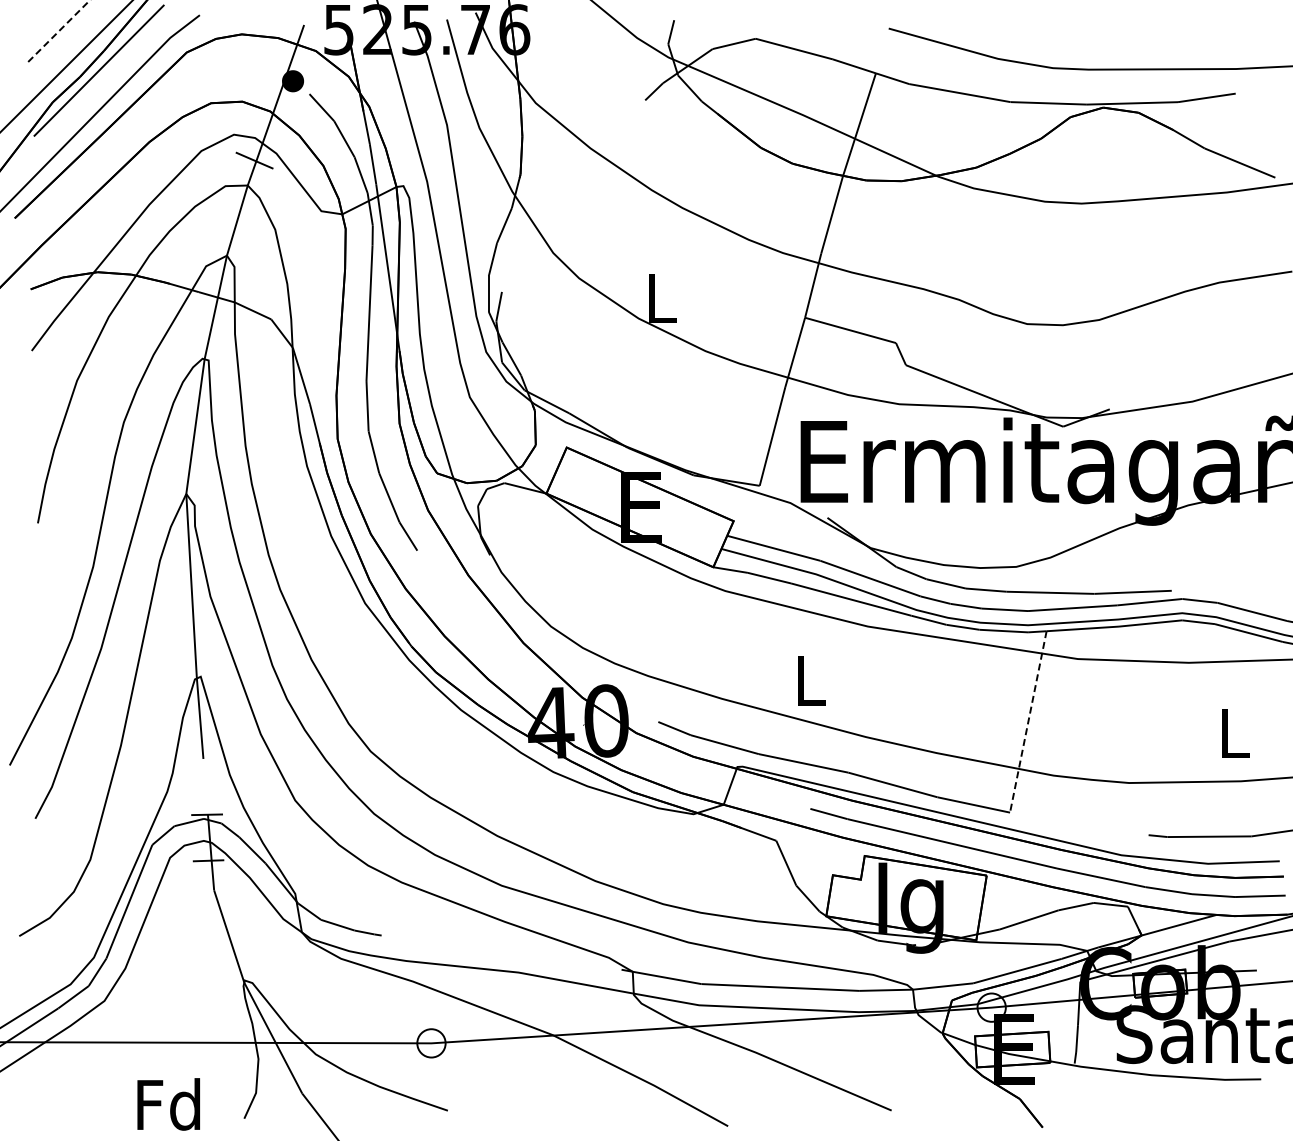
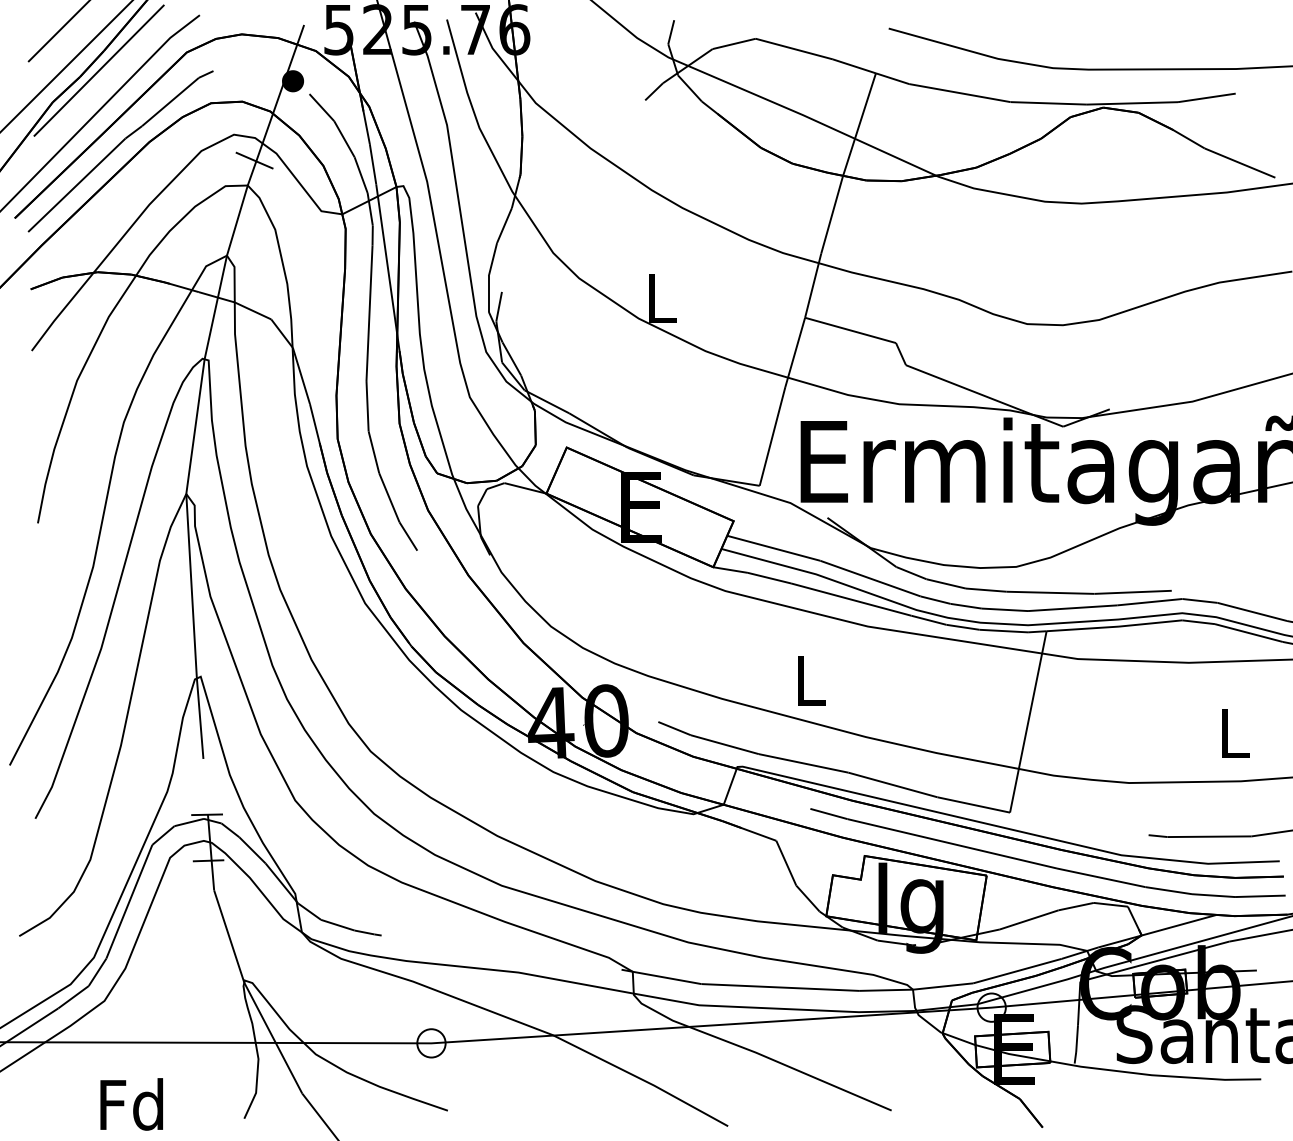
line at (59, 31): dashed -> solid
line at (117, 147): none -> present
line at (1028, 721): dashed -> solid
text at (168, 1104) position: (168, 1104) -> (131, 1104)
